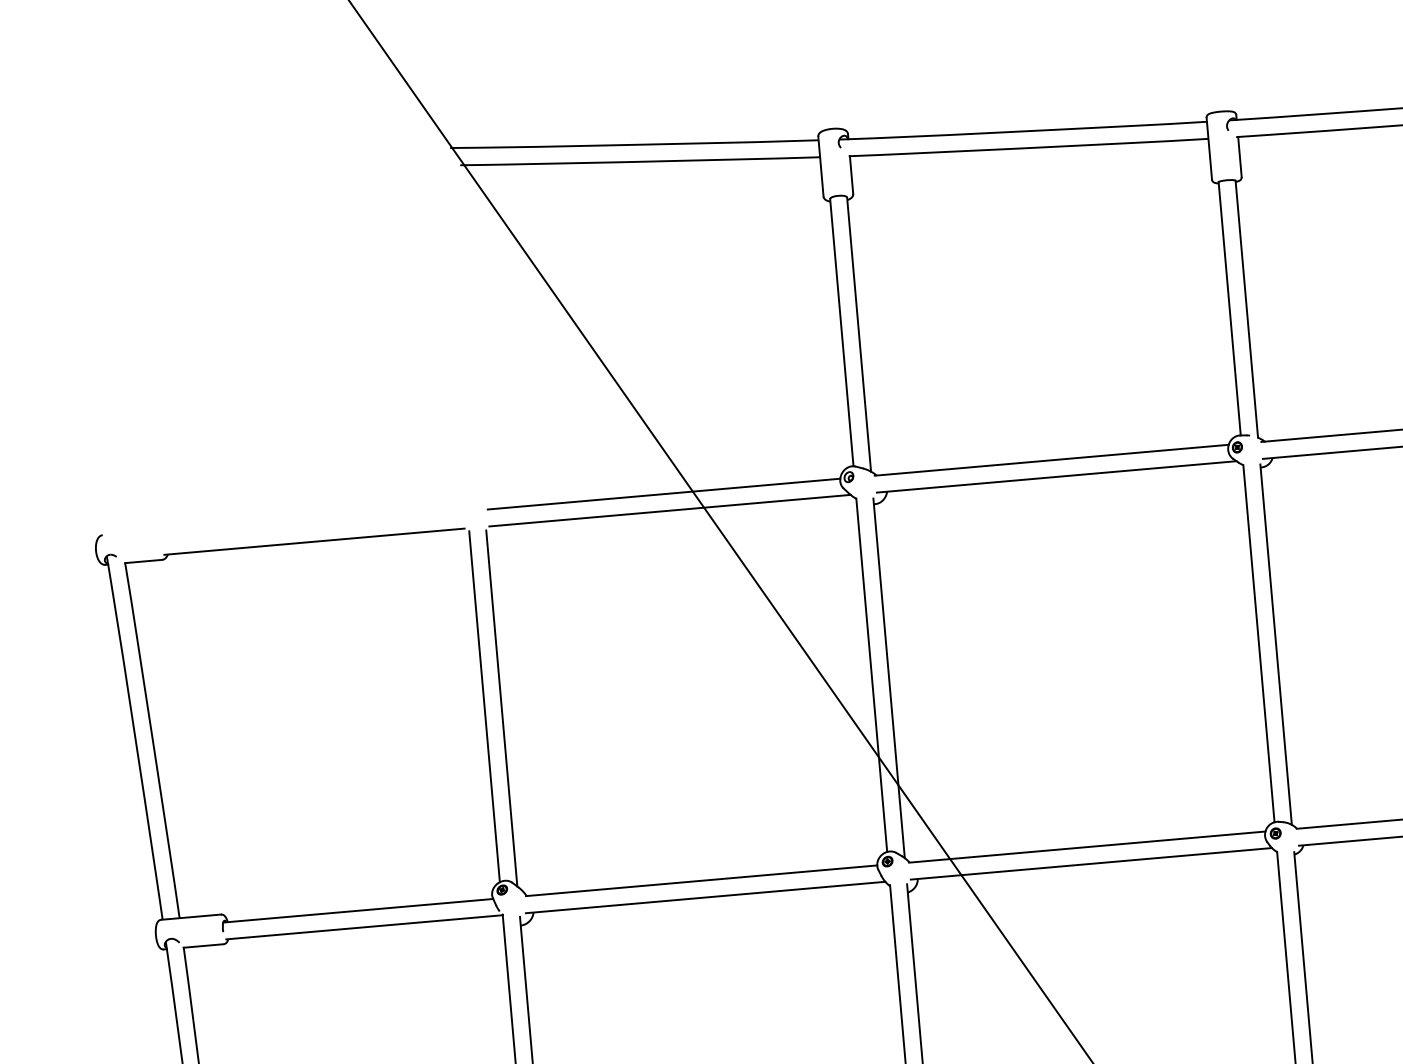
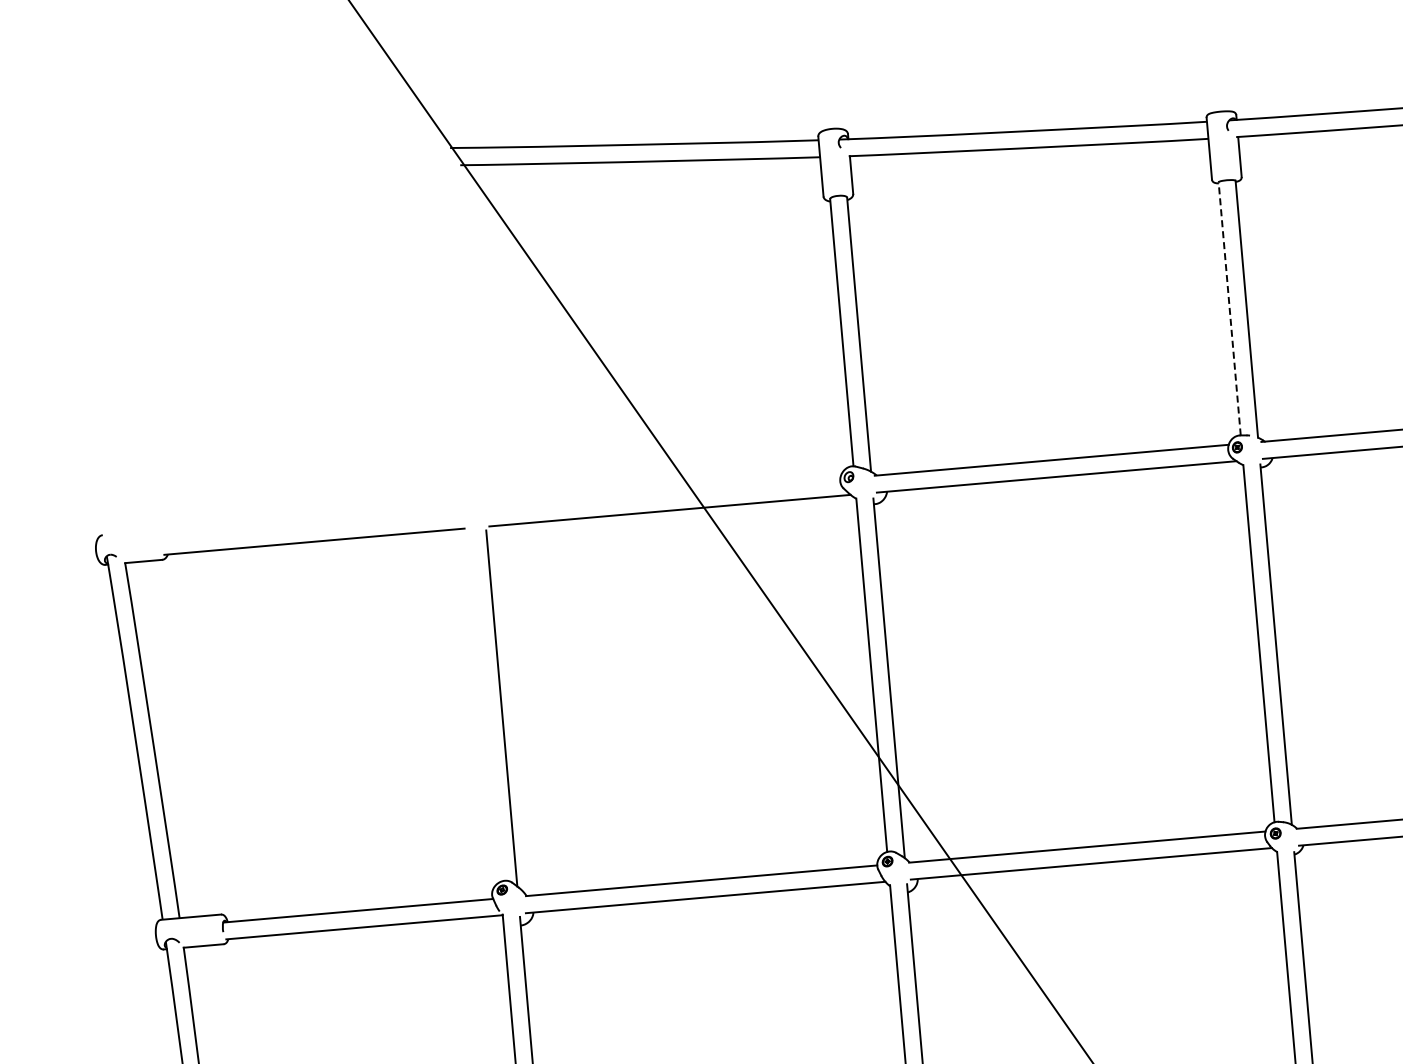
line at (1229, 308): solid -> dashed
line at (663, 493): present -> none
line at (484, 706): present -> none
